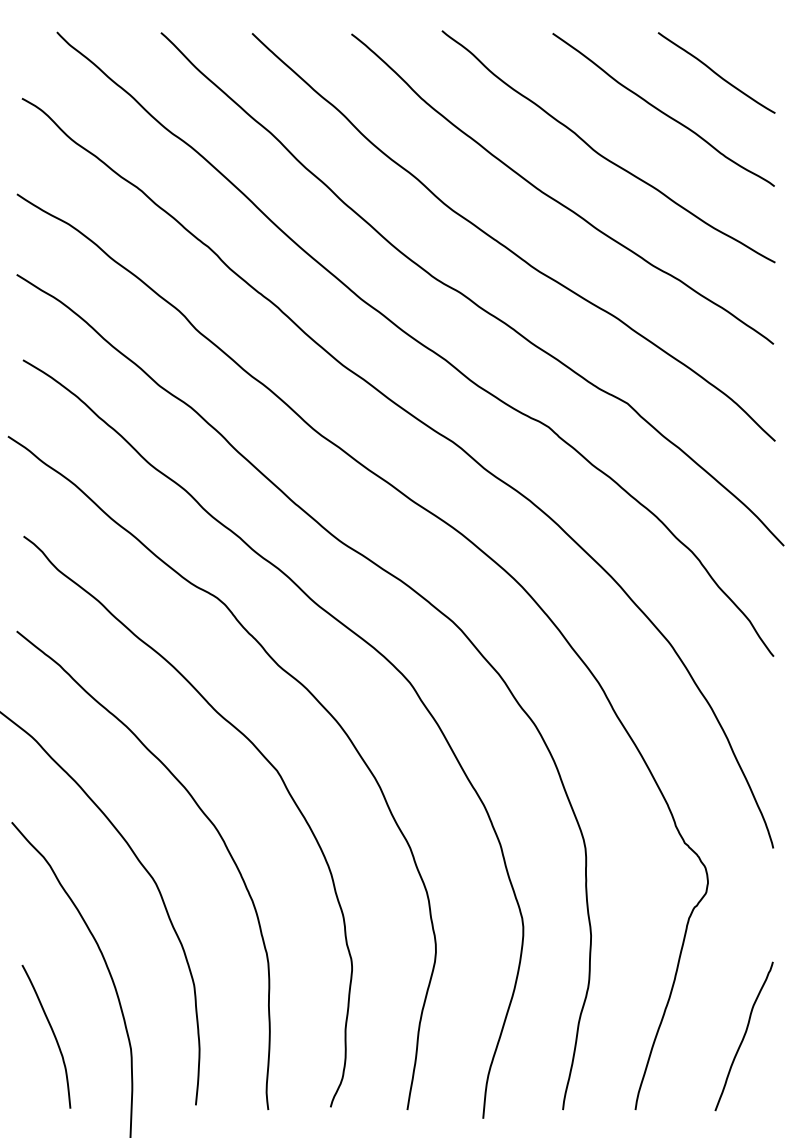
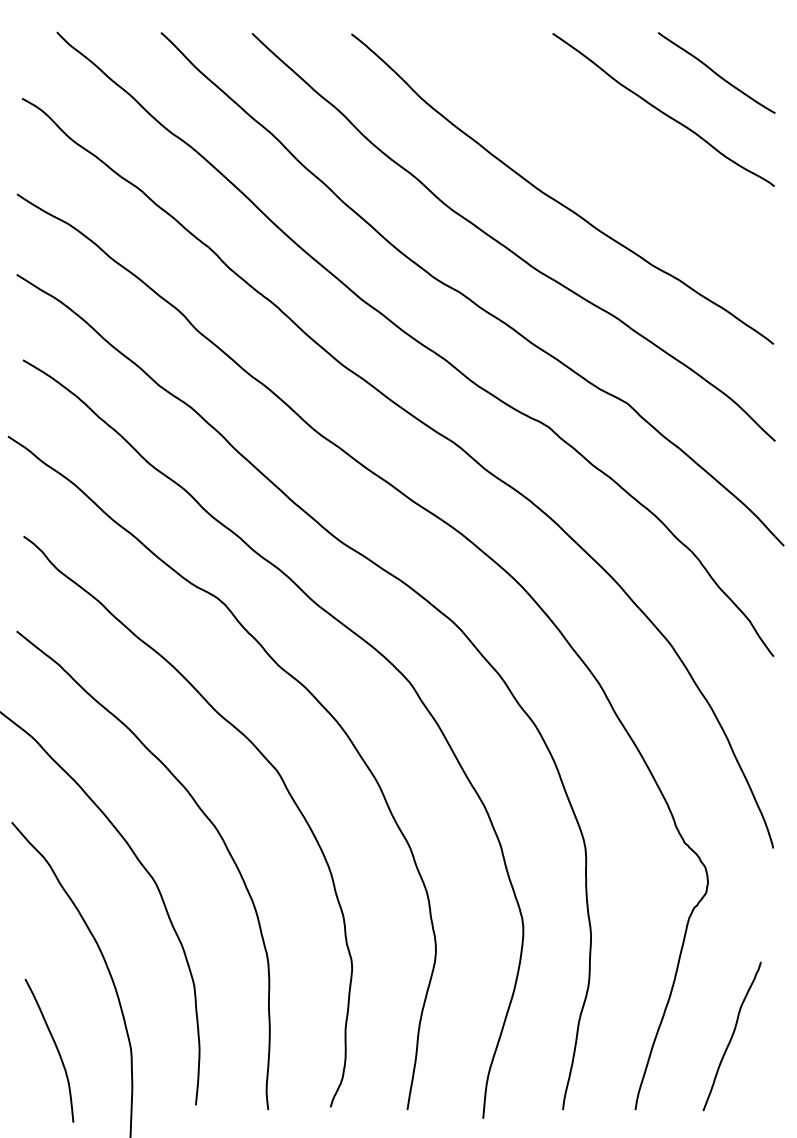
curve at (601, 154): present -> none
curve at (52, 1033) position: (52, 1033) -> (55, 1047)
curve at (743, 1036) position: (743, 1036) -> (731, 1036)
